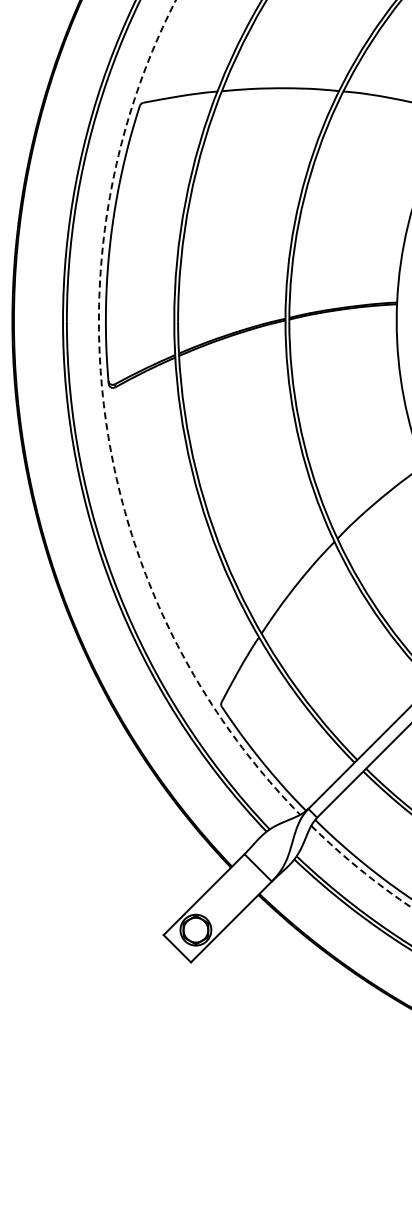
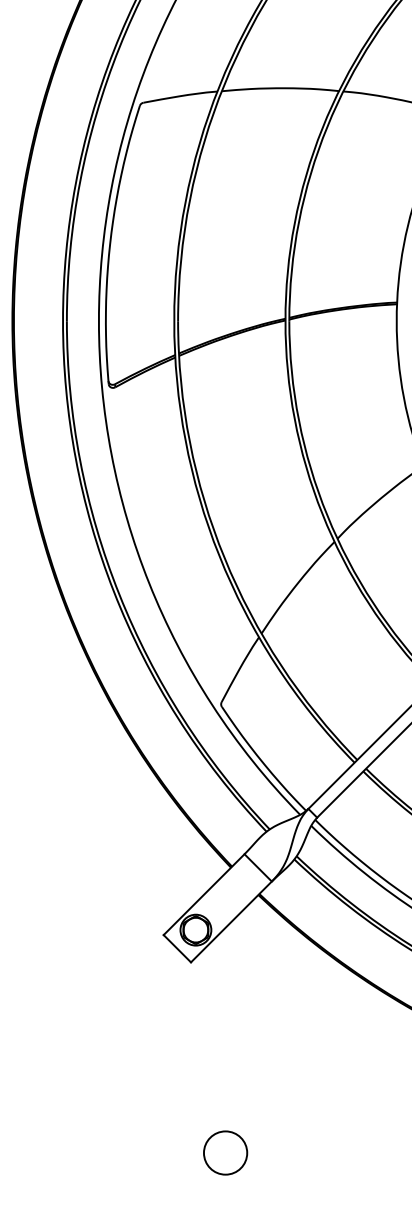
arc at (107, 431): dashed -> solid
arc at (360, 869): dashed -> solid
circle at (225, 1152): none -> present
